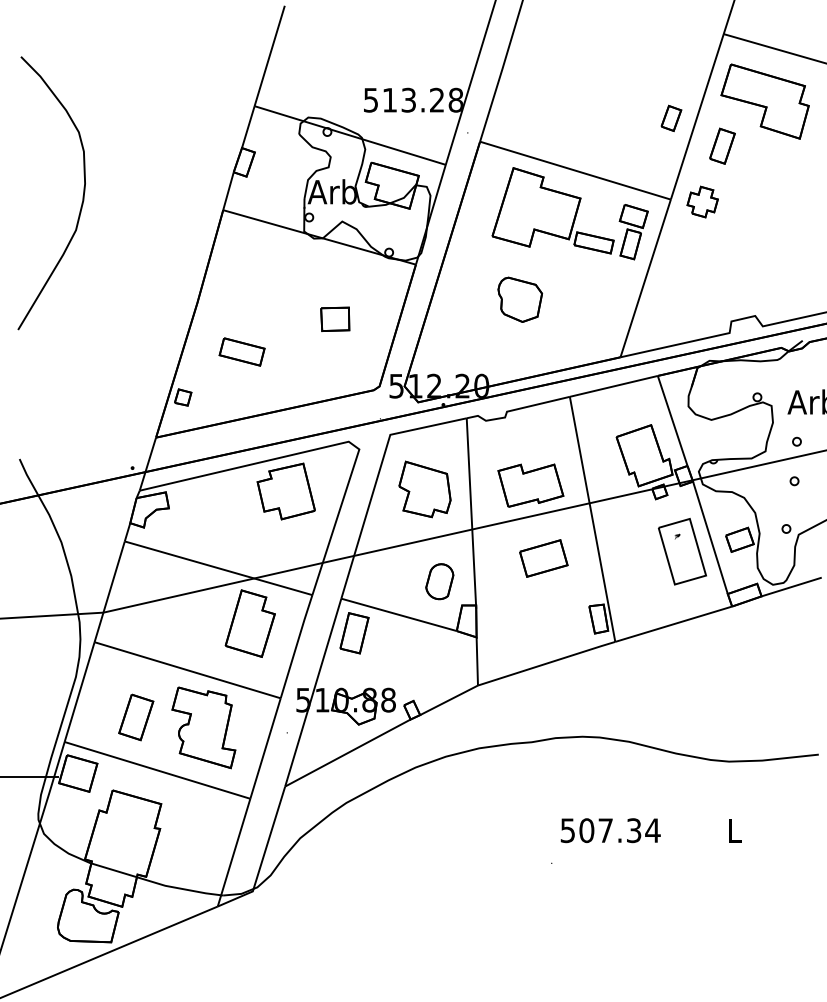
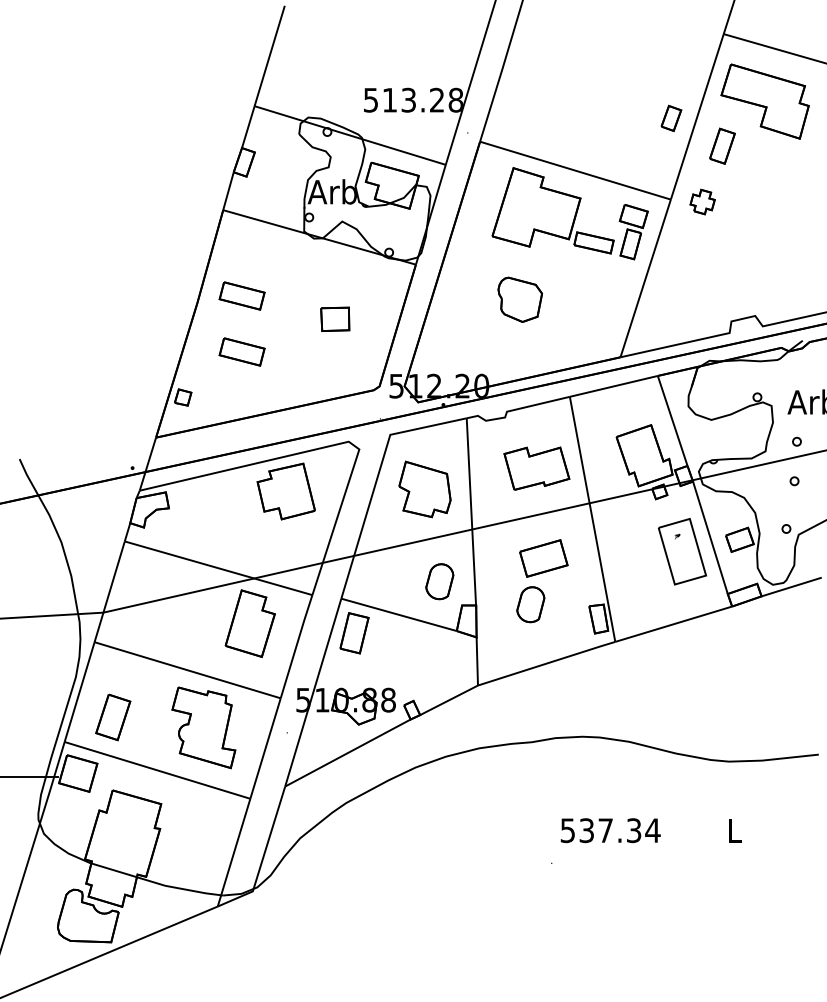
curve at (82, 196): present -> none
part at (702, 201) size: 33x34 px -> 27x28 px
part at (241, 295): none -> present
part at (530, 485) position: (530, 485) -> (536, 468)
part at (530, 604): none -> present
part at (136, 717) position: (136, 717) -> (113, 717)
text at (586, 830): 507.34 -> 537.34
